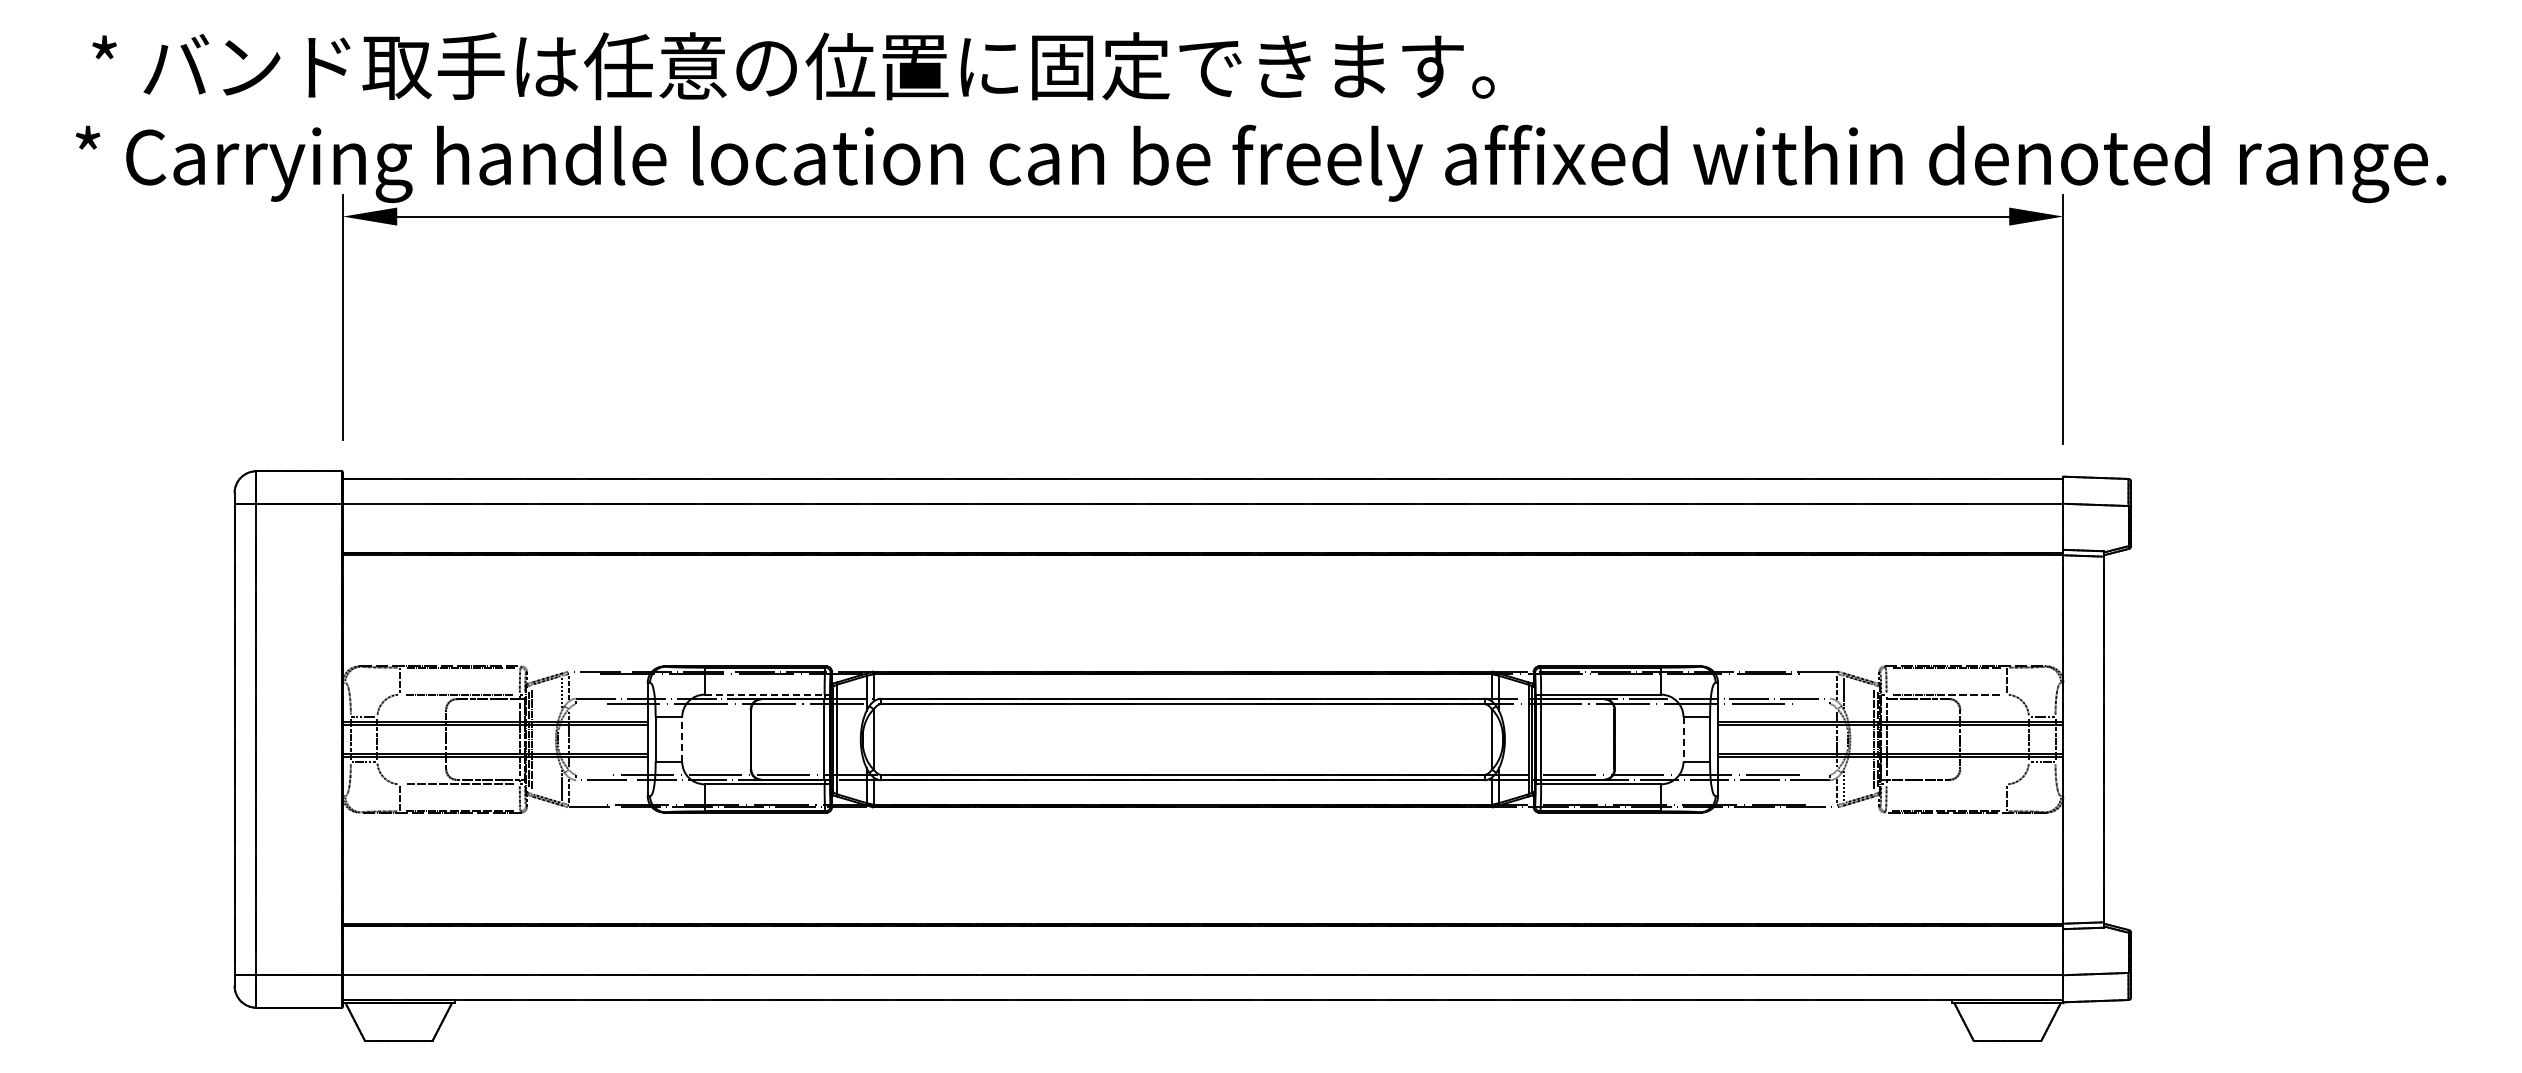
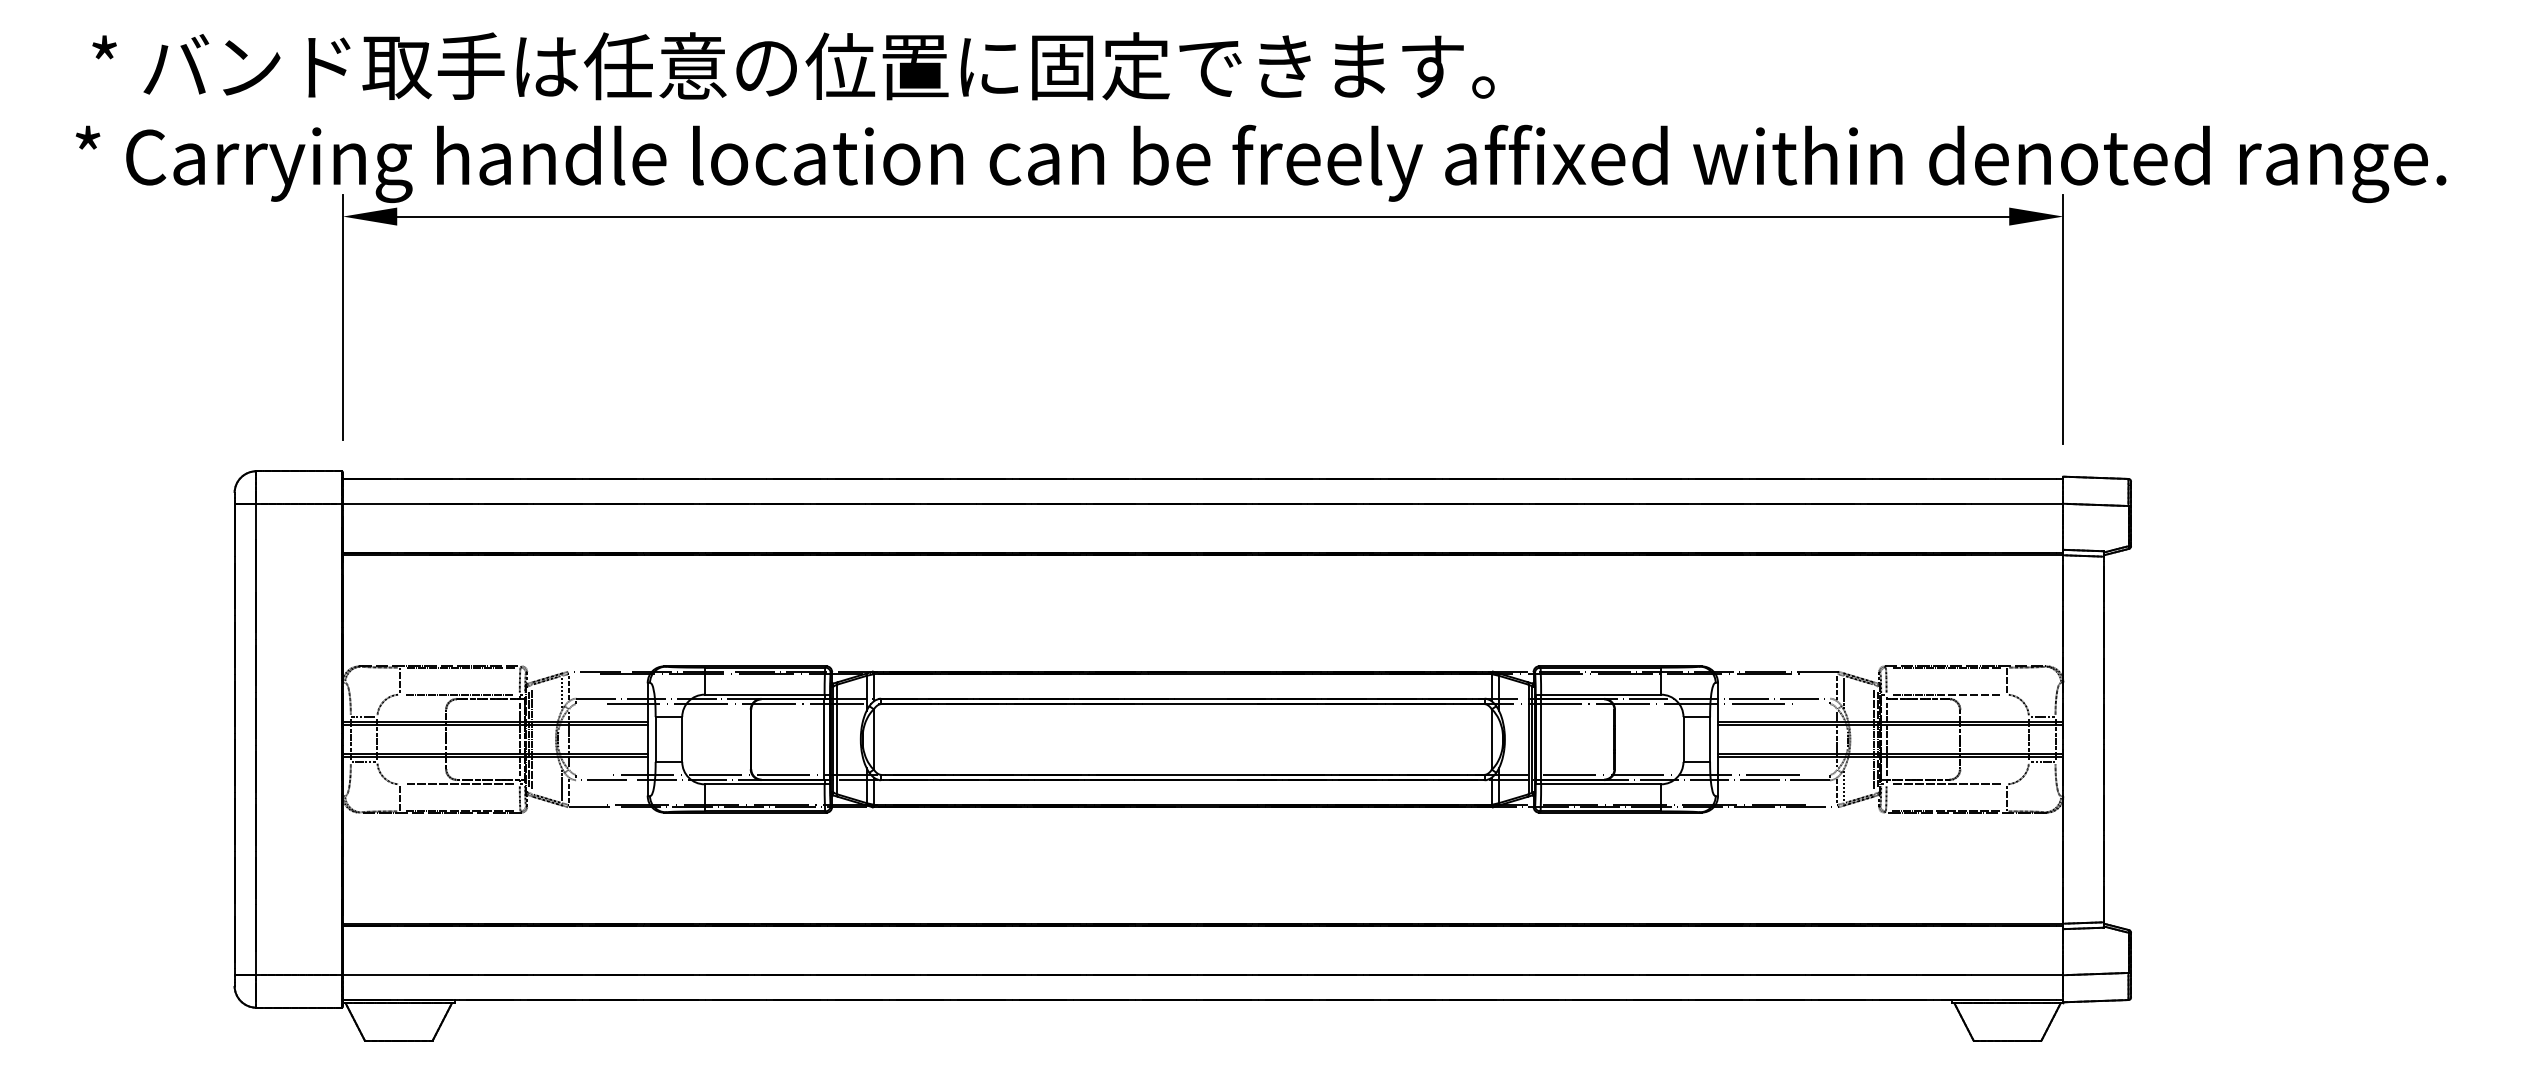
line at (764, 694): dashed -> solid
line at (682, 739): dashed -> solid
line at (1683, 740): dashed -> solid
line at (1946, 784): none -> present
